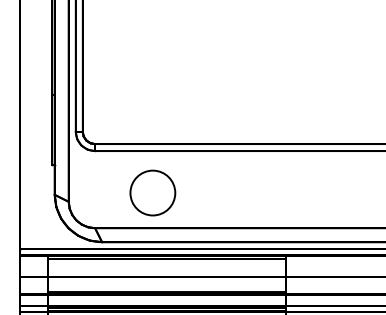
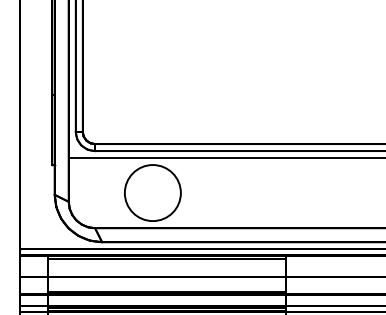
line at (225, 158): none -> present
circle at (152, 192) diameter: 45 px -> 56 px
